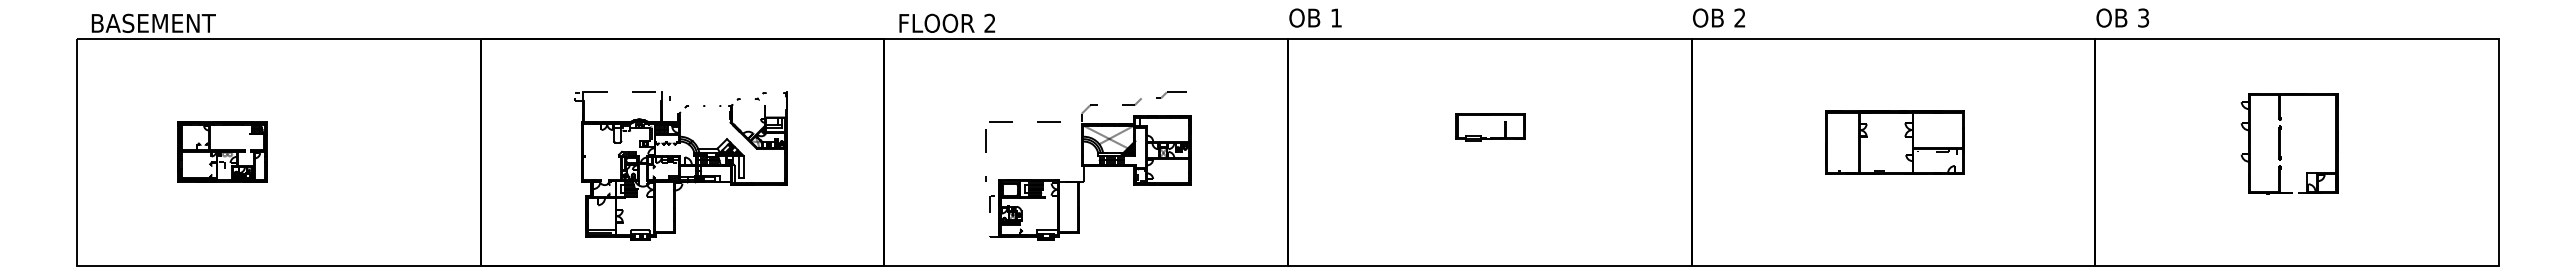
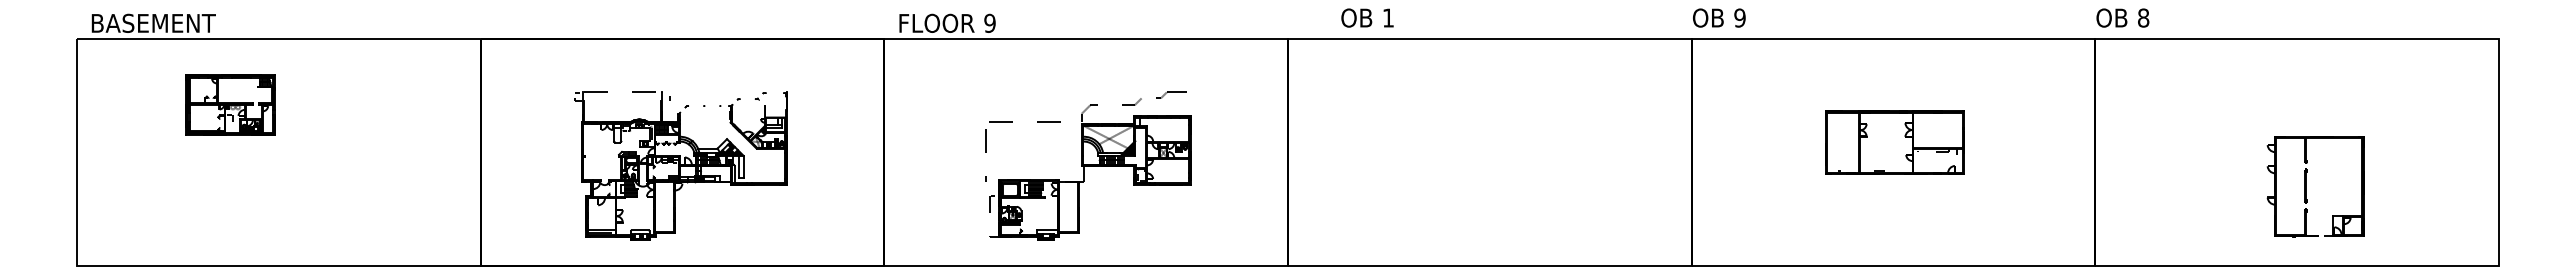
text at (1315, 17) position: (1315, 17) -> (1367, 17)
text at (1739, 17): 2 -> 9
text at (2143, 17): 3 -> 8
text at (989, 22): 2 -> 9
part at (1490, 127): present -> none
part at (2280, 143) position: (2280, 143) -> (2306, 186)
part at (222, 151) position: (222, 151) -> (230, 104)
